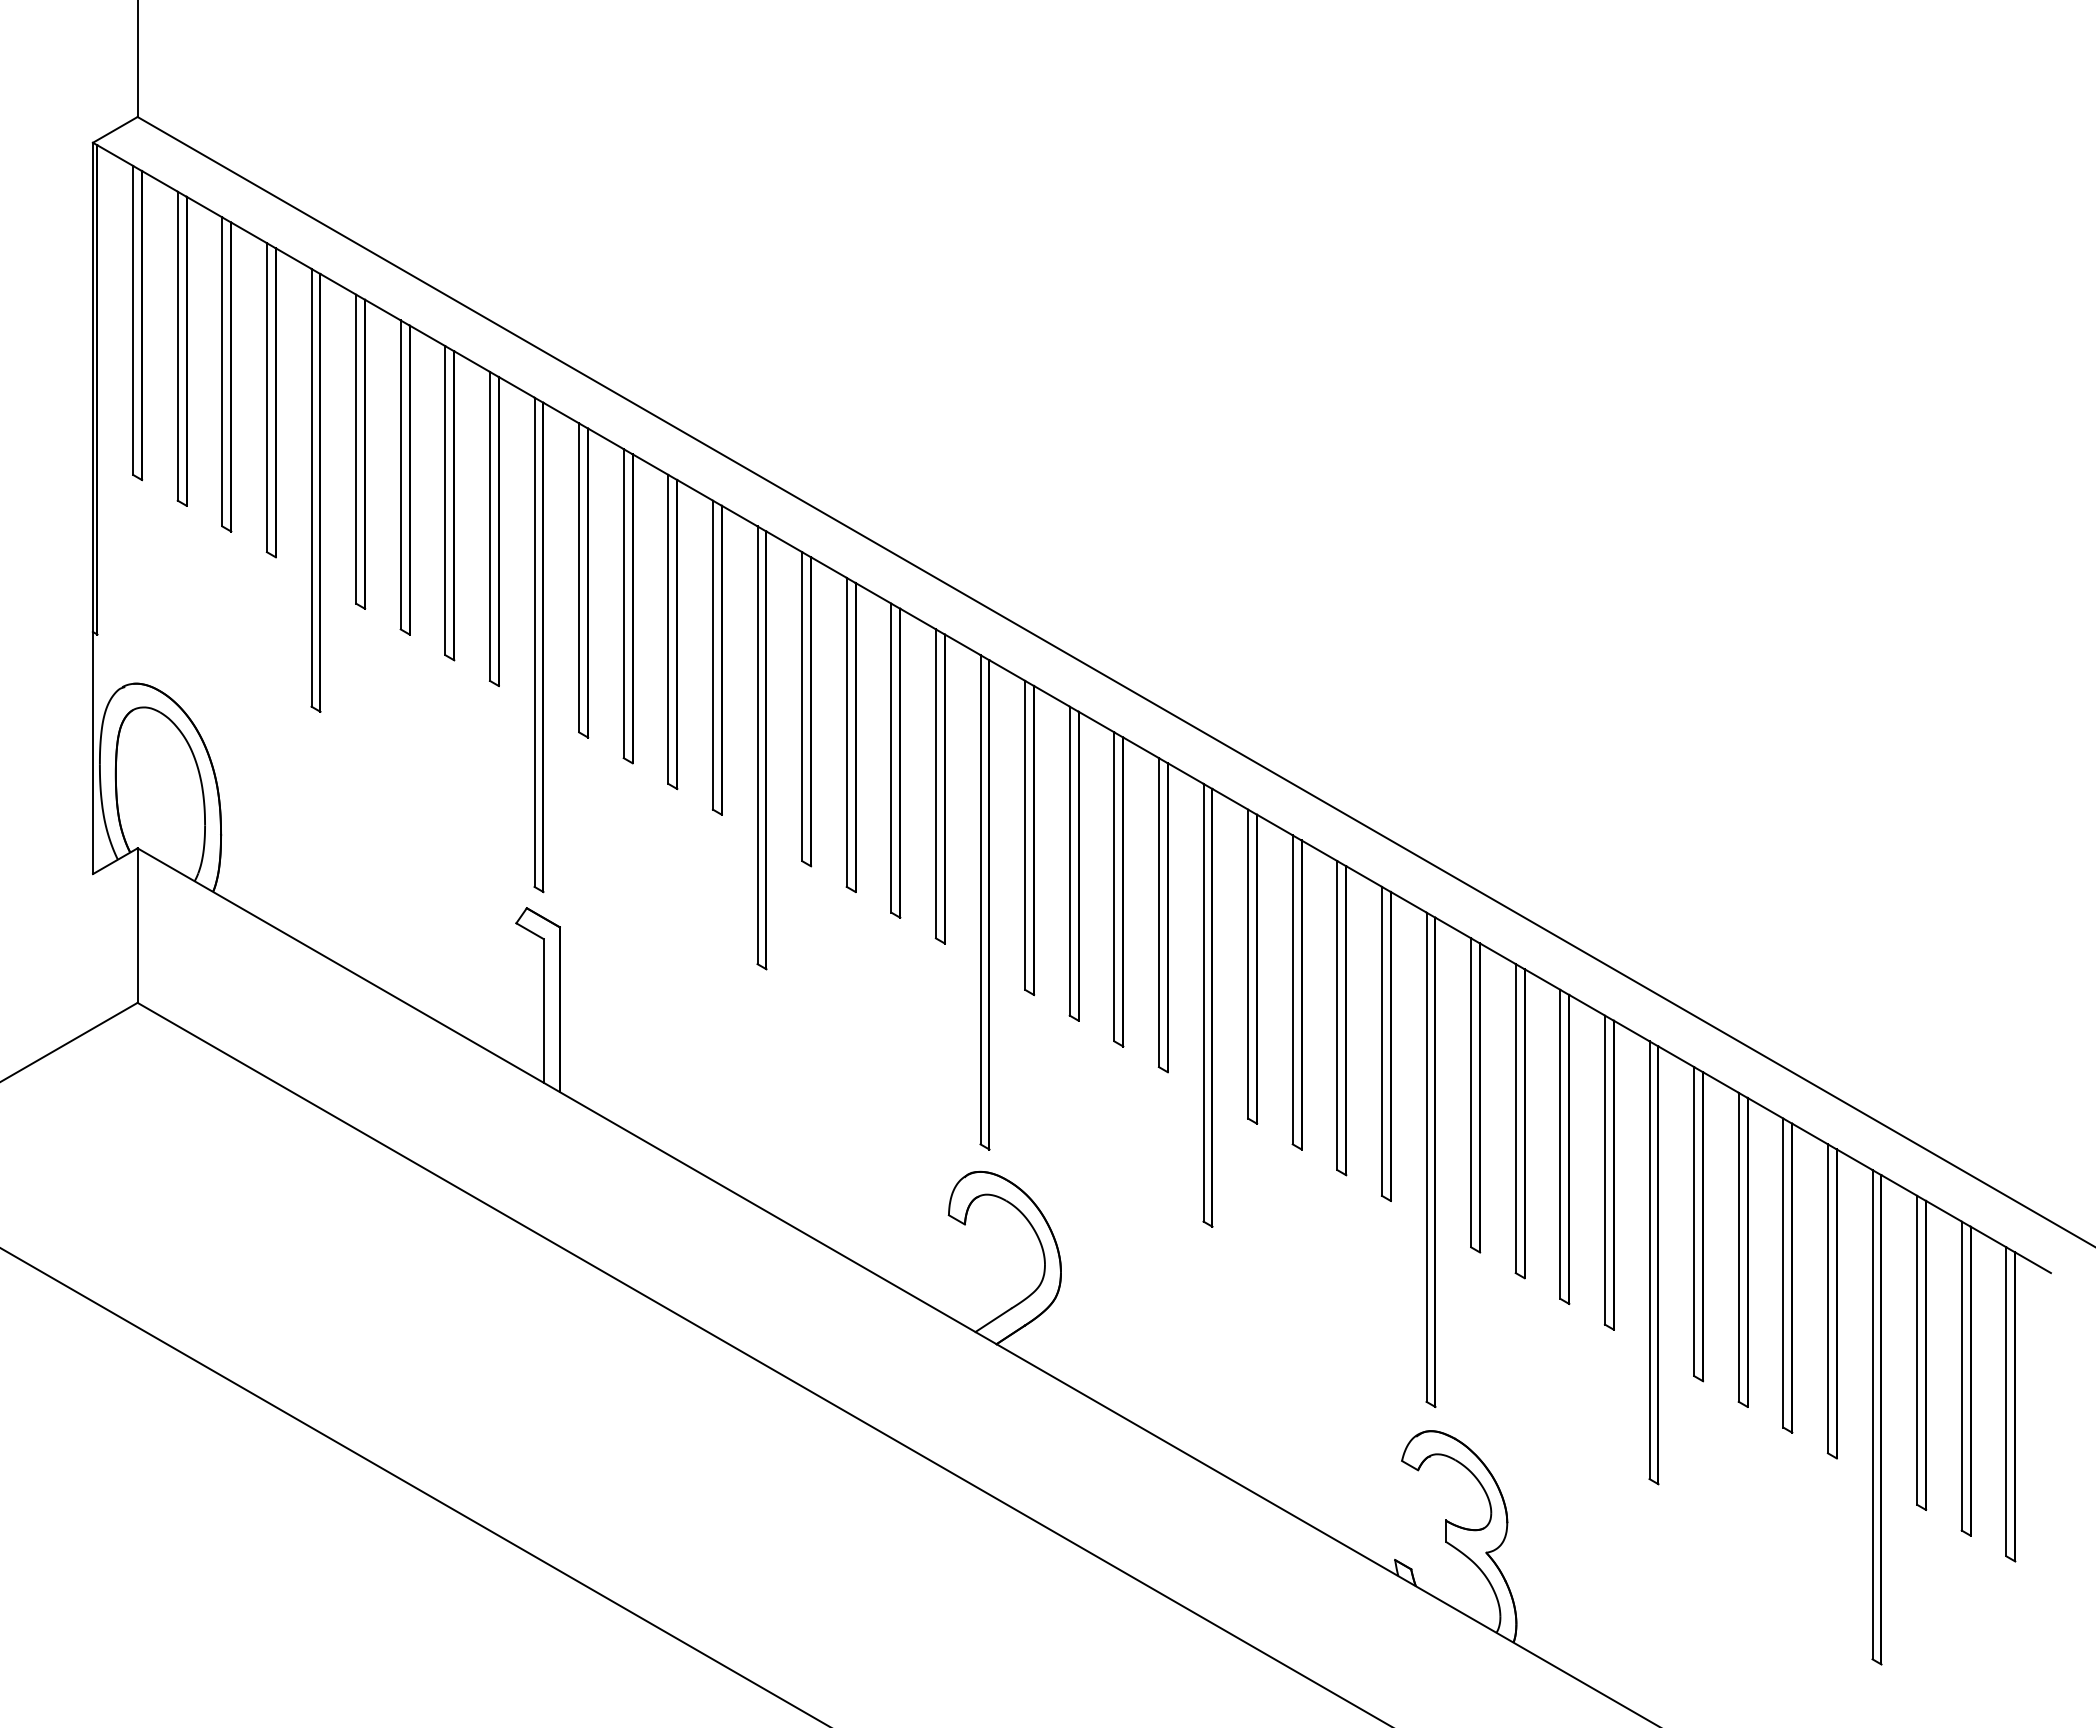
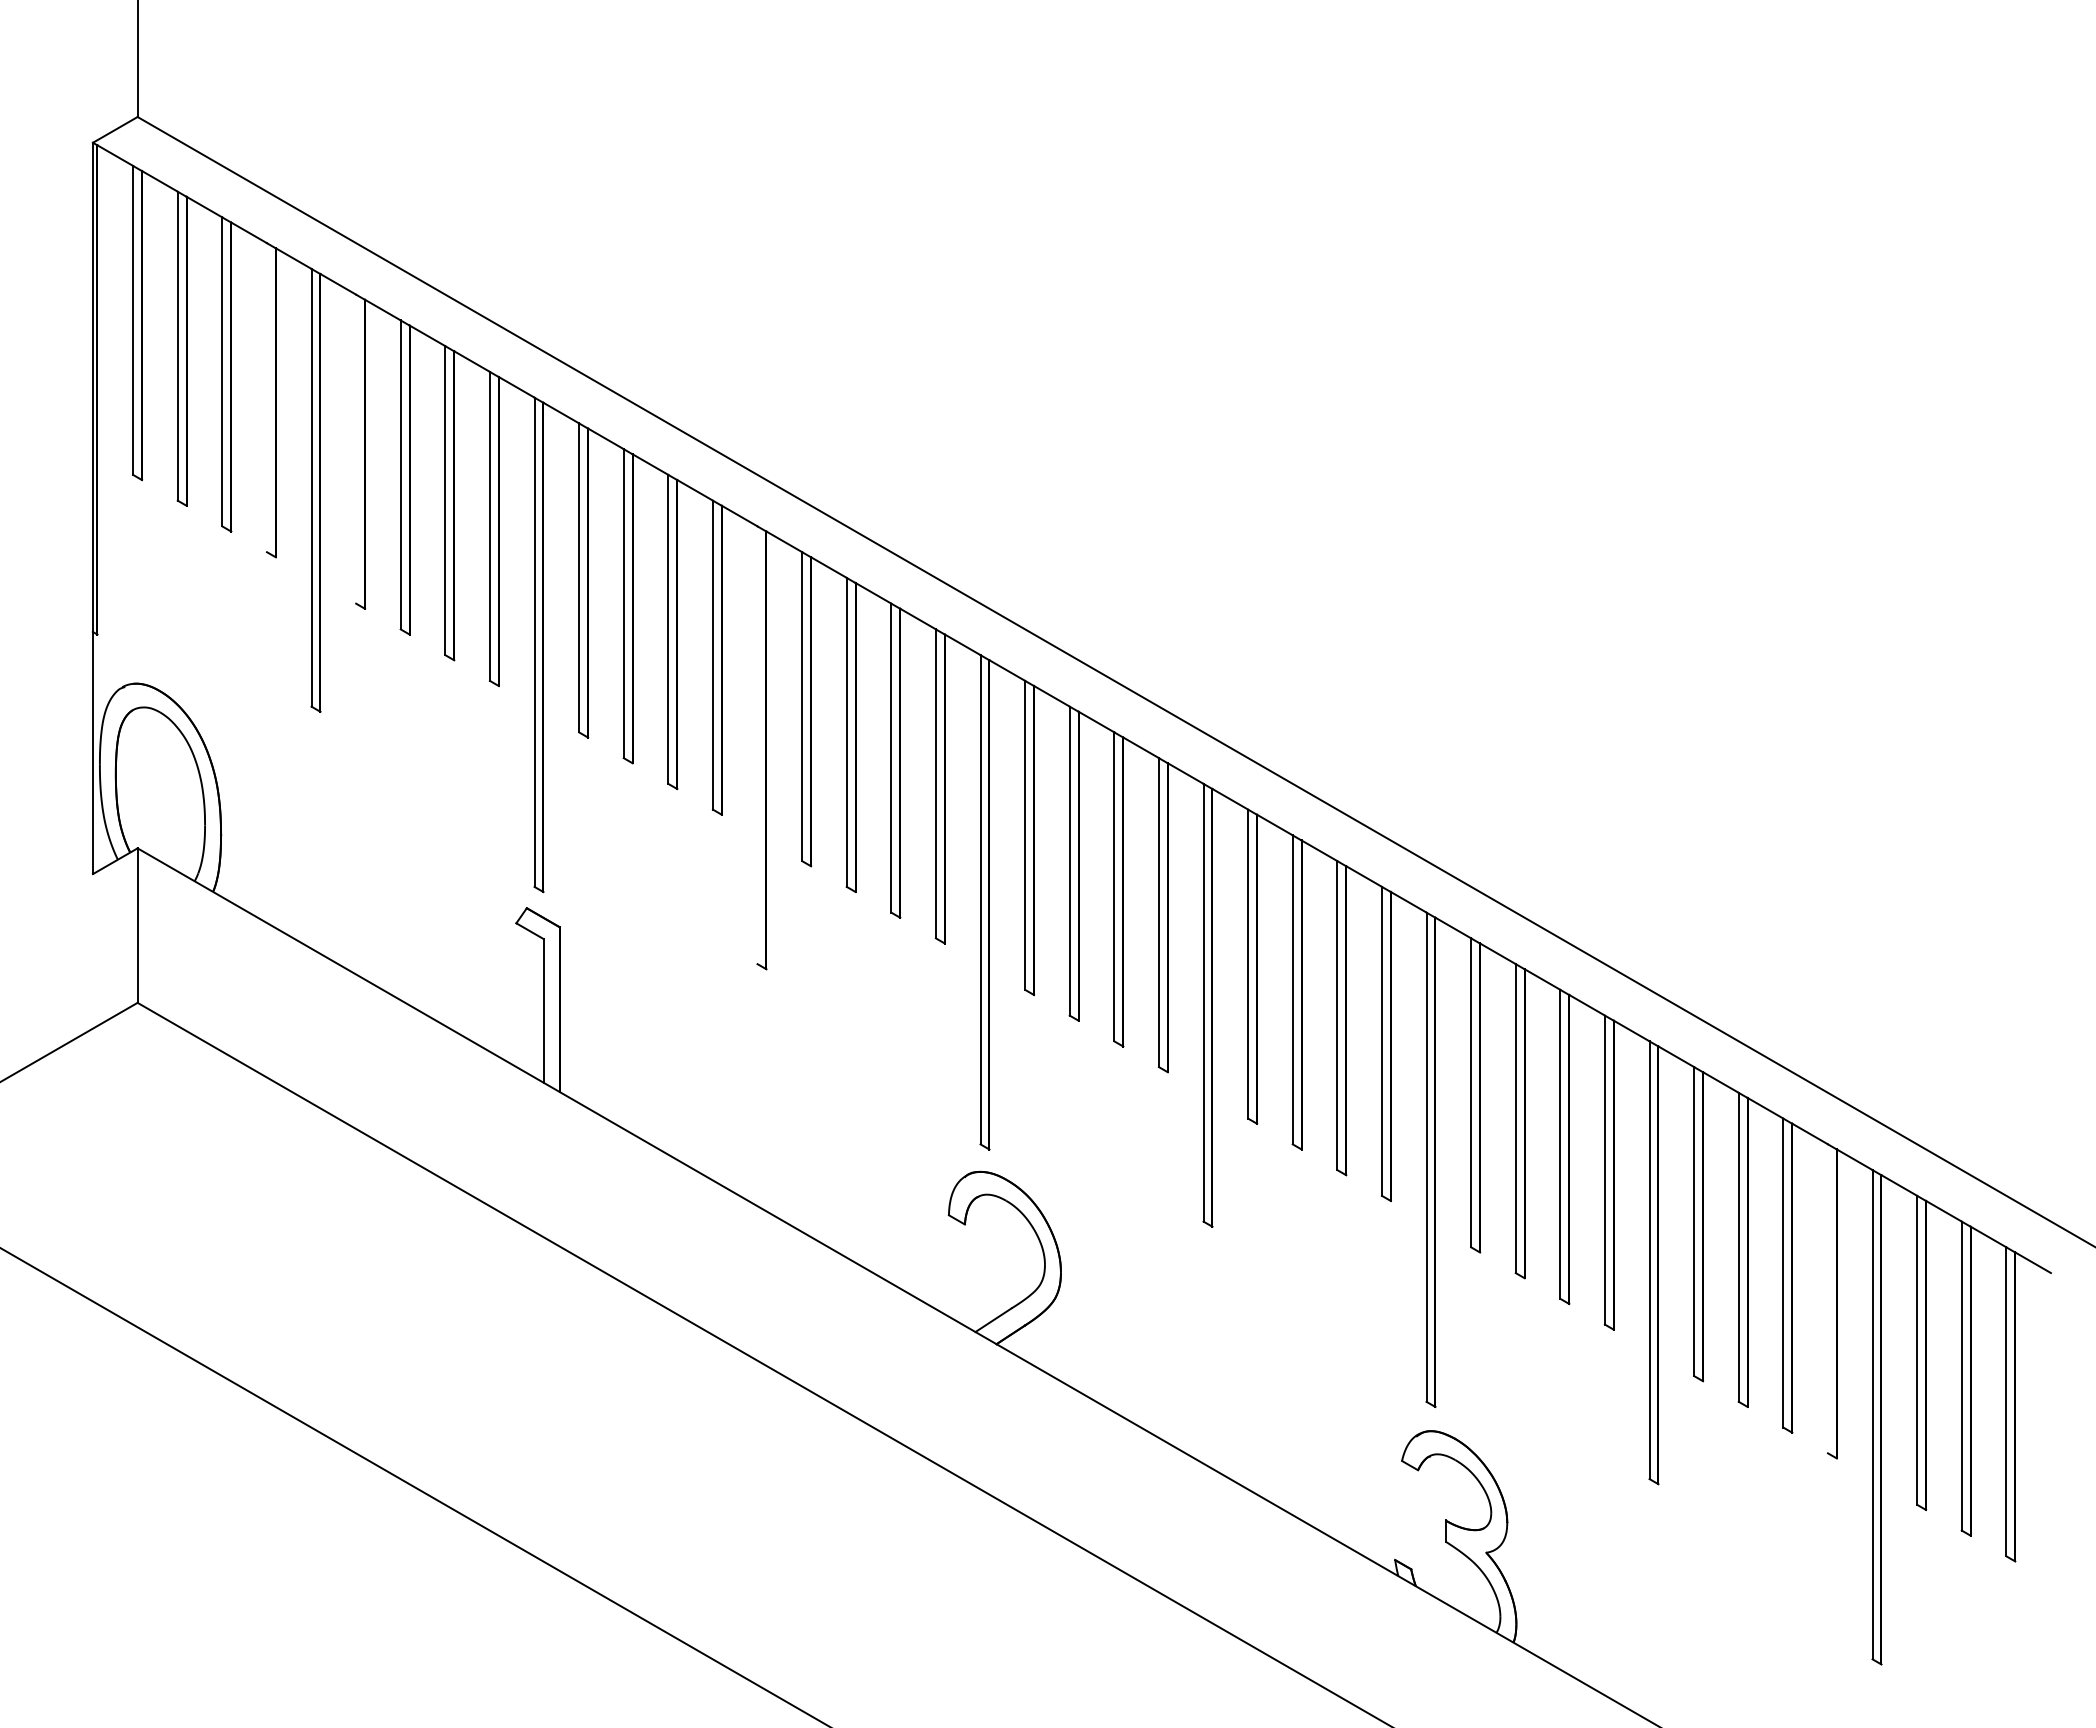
line at (266, 397): present -> none
line at (356, 448): present -> none
line at (757, 745): present -> none
line at (1827, 1298): present -> none
